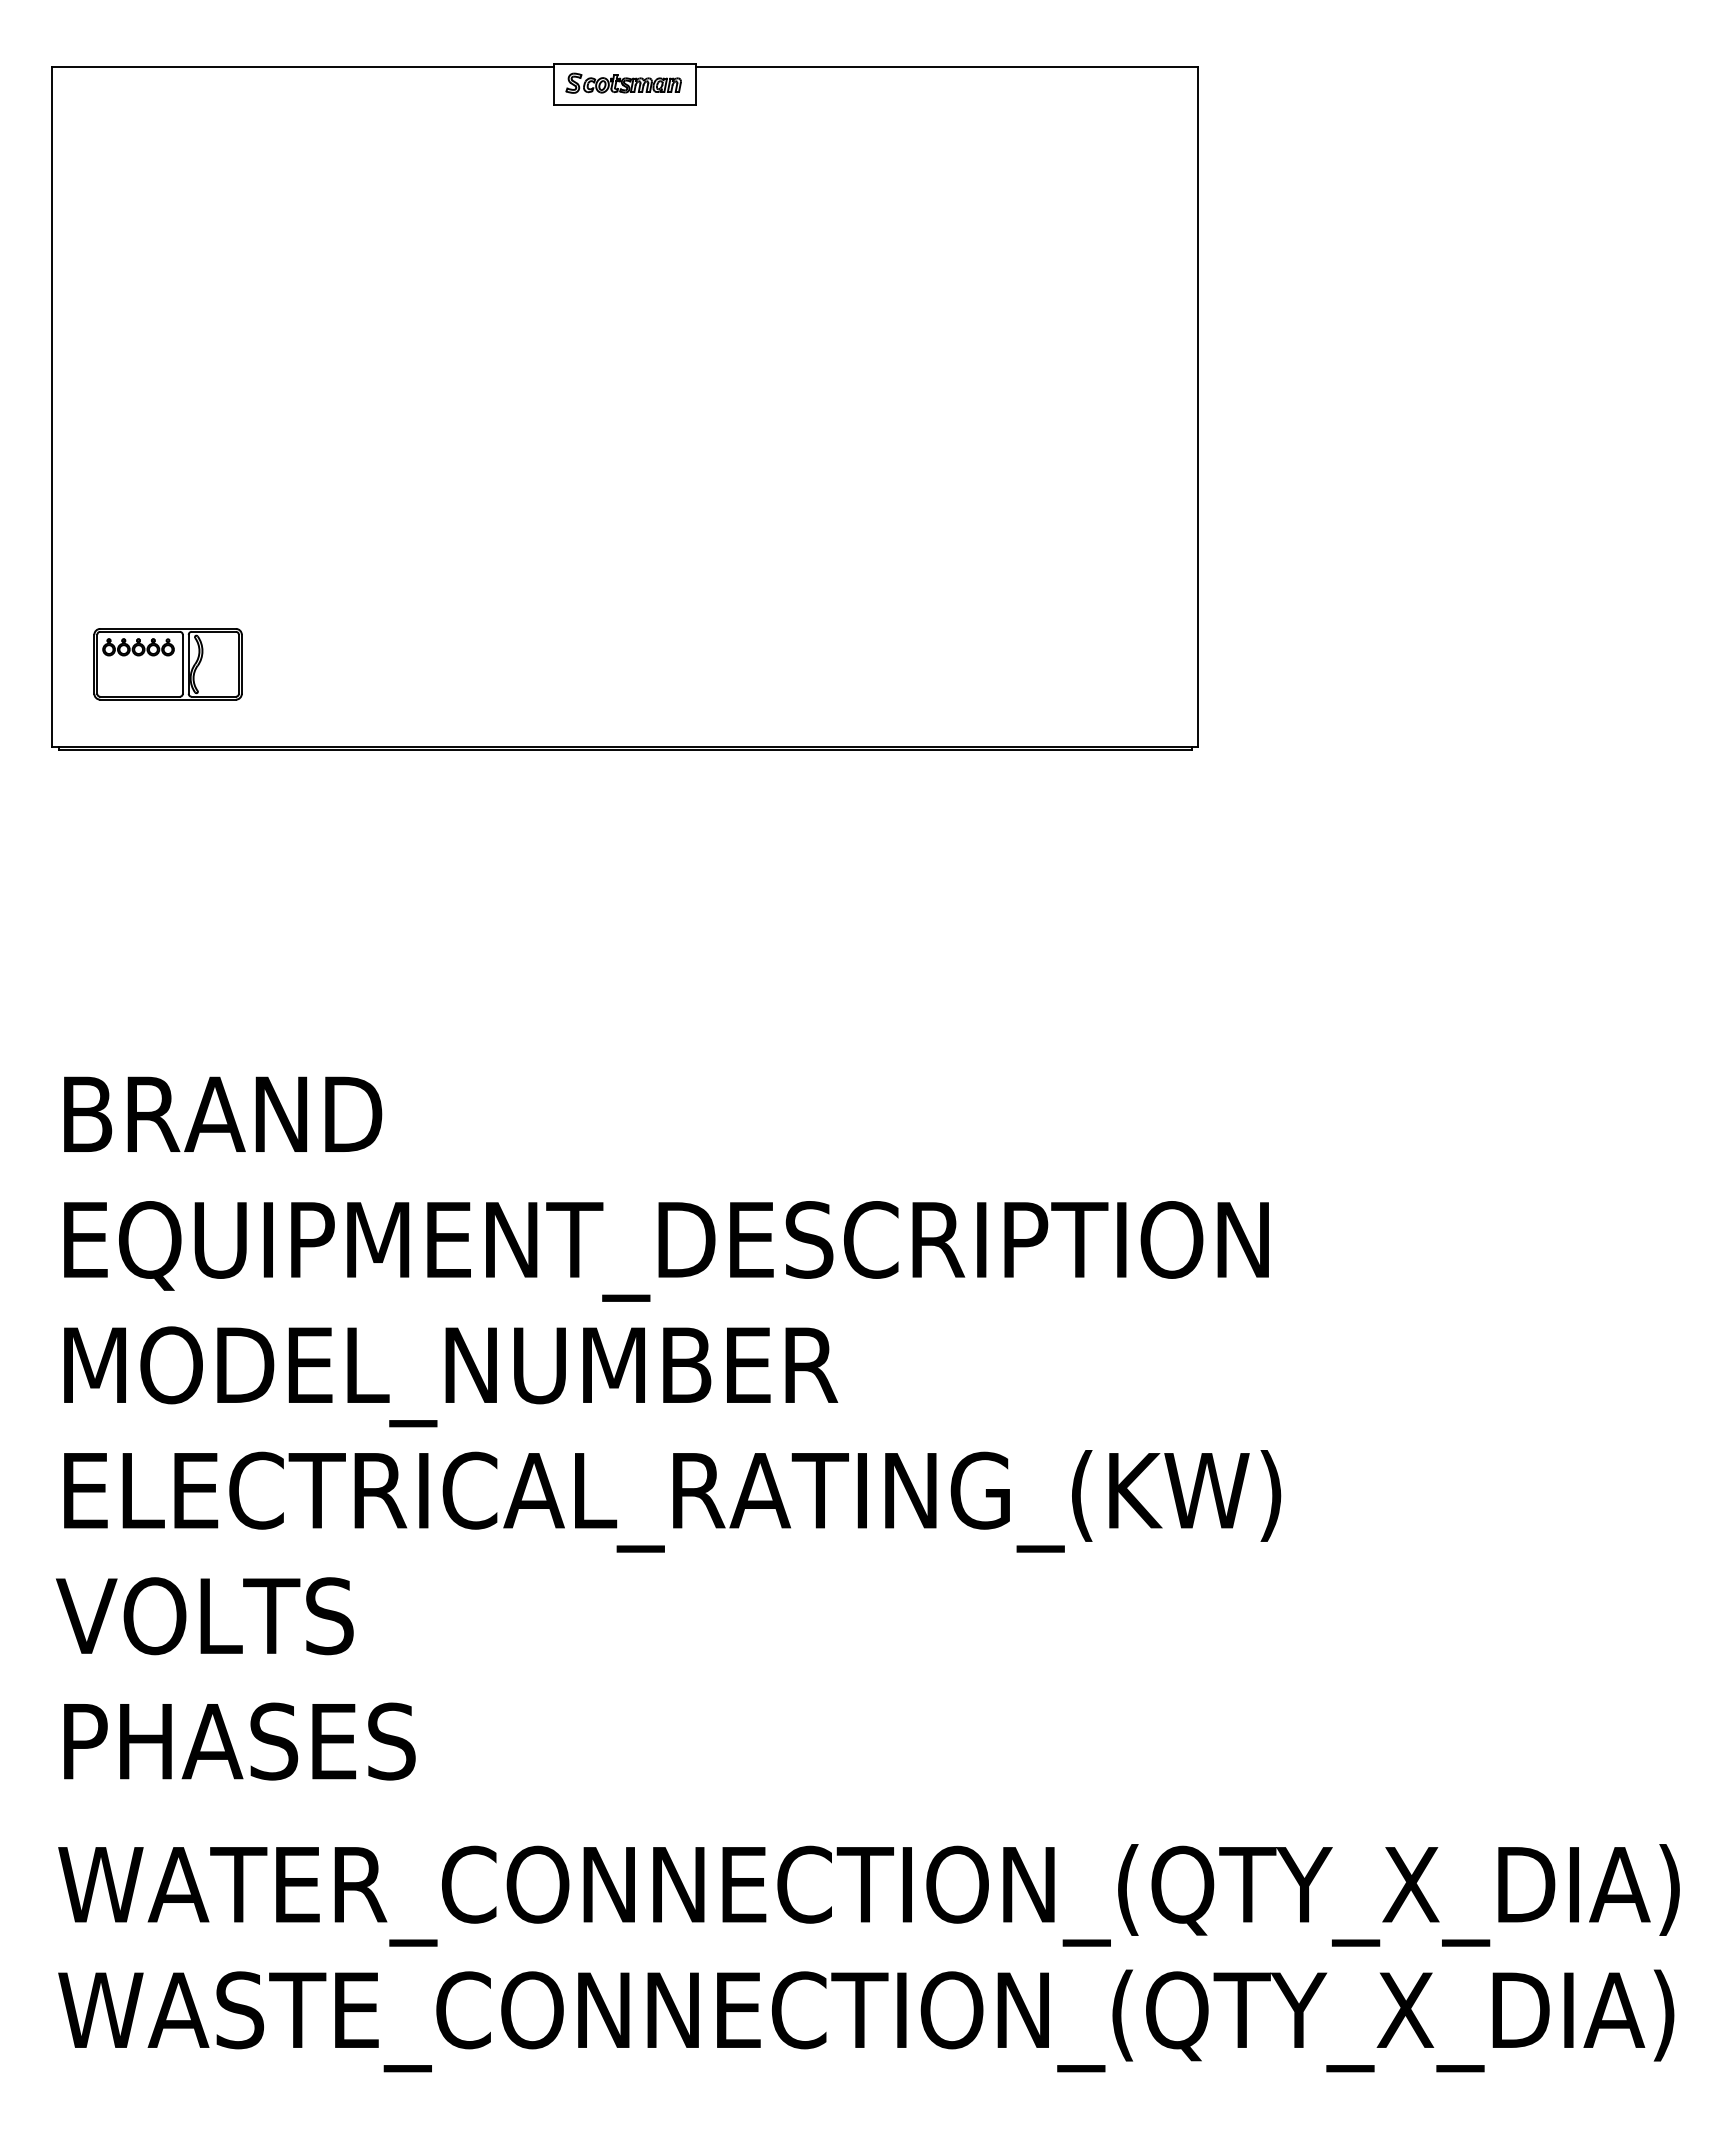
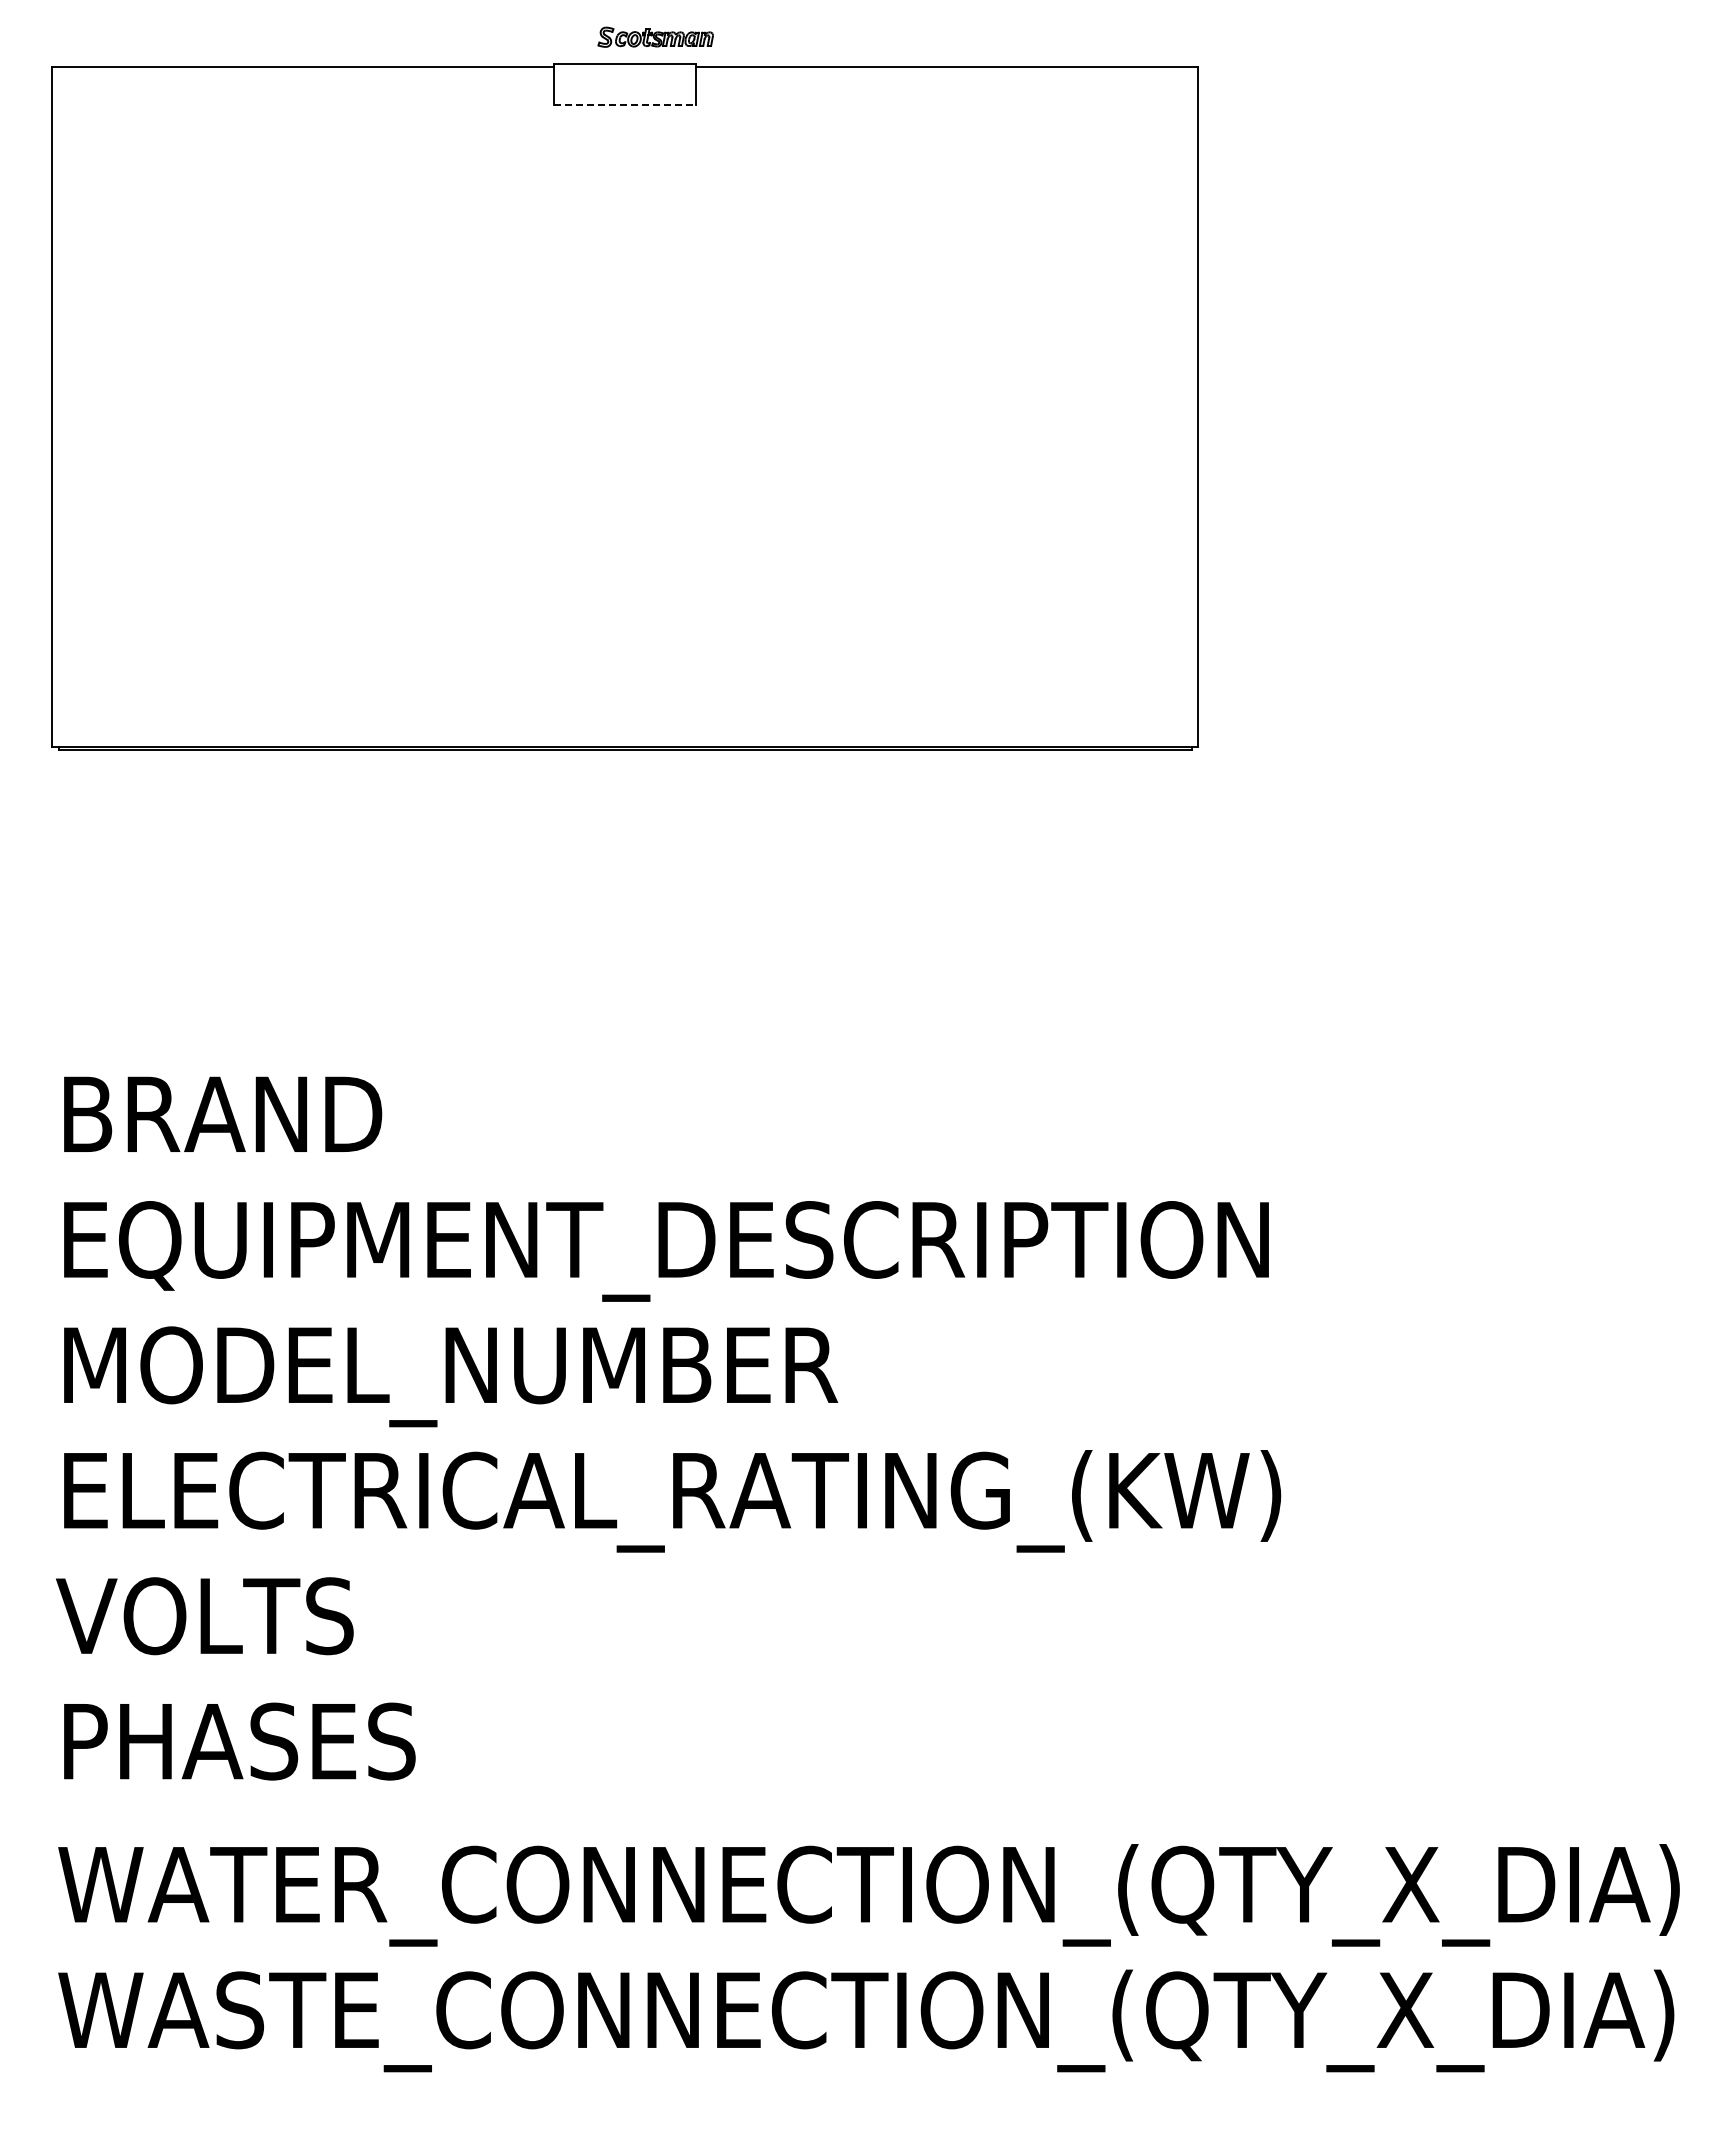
part at (623, 82) position: (623, 82) -> (655, 36)
line at (624, 105): solid -> dashed
part at (167, 664): present -> none
